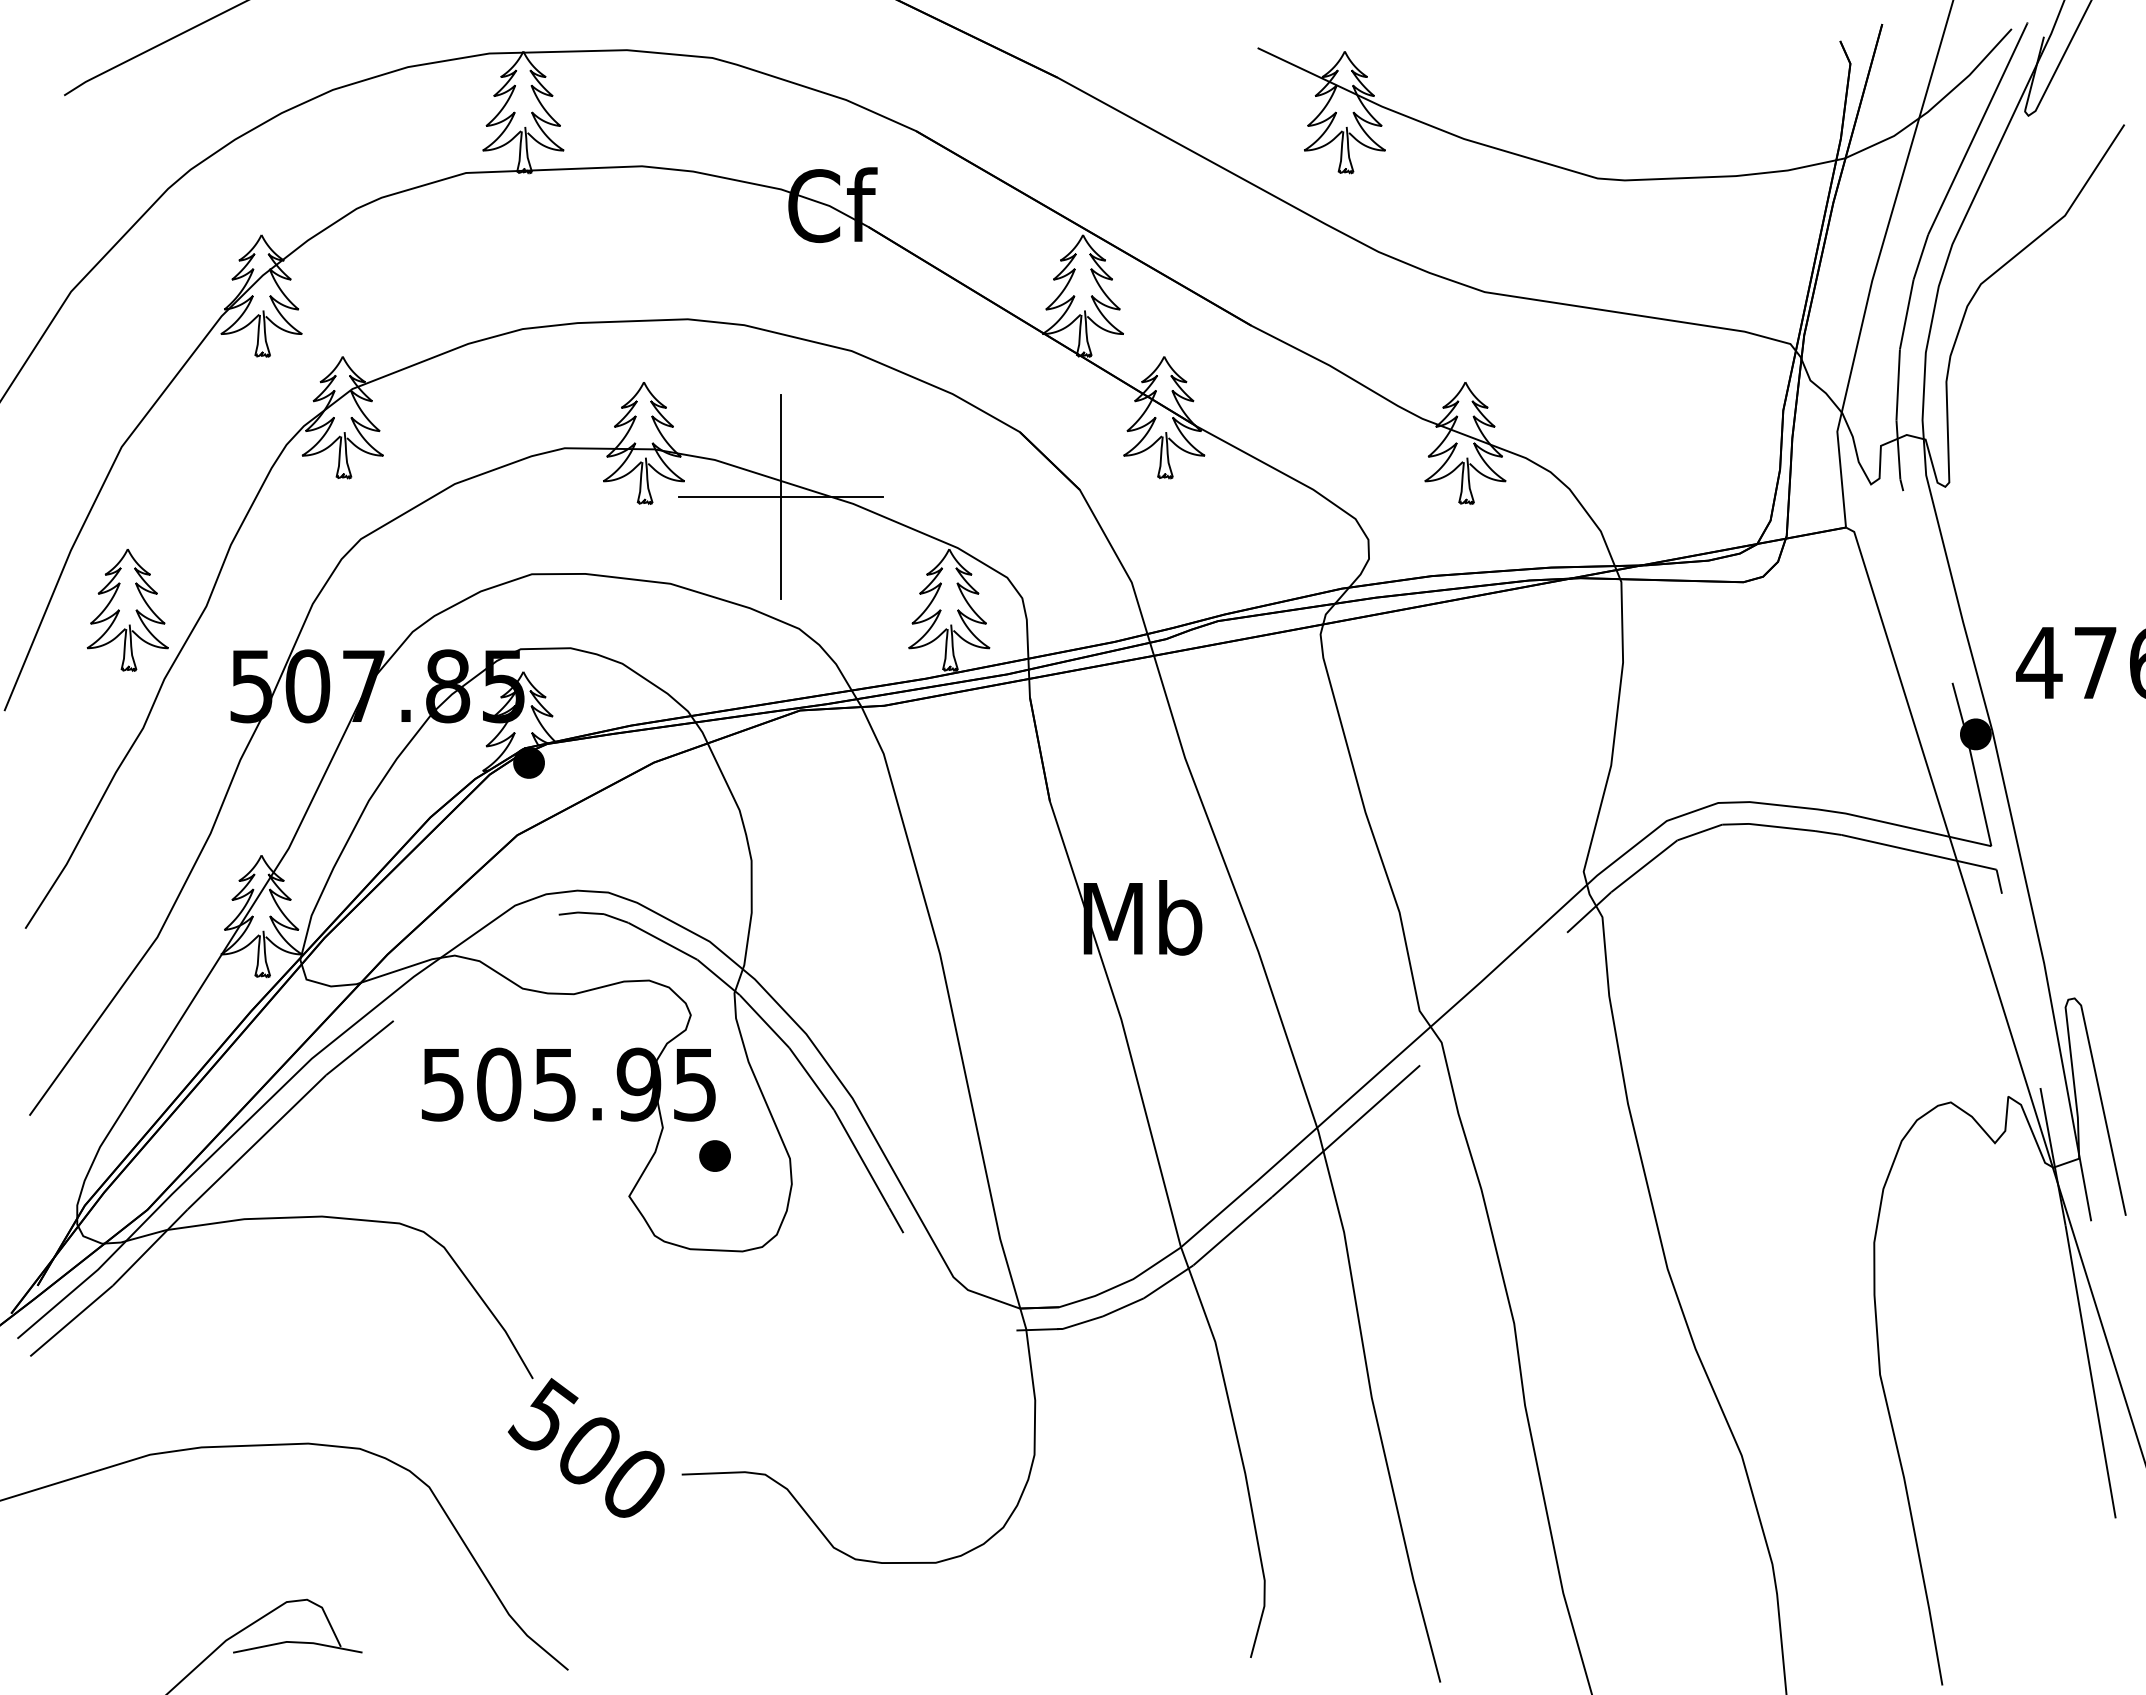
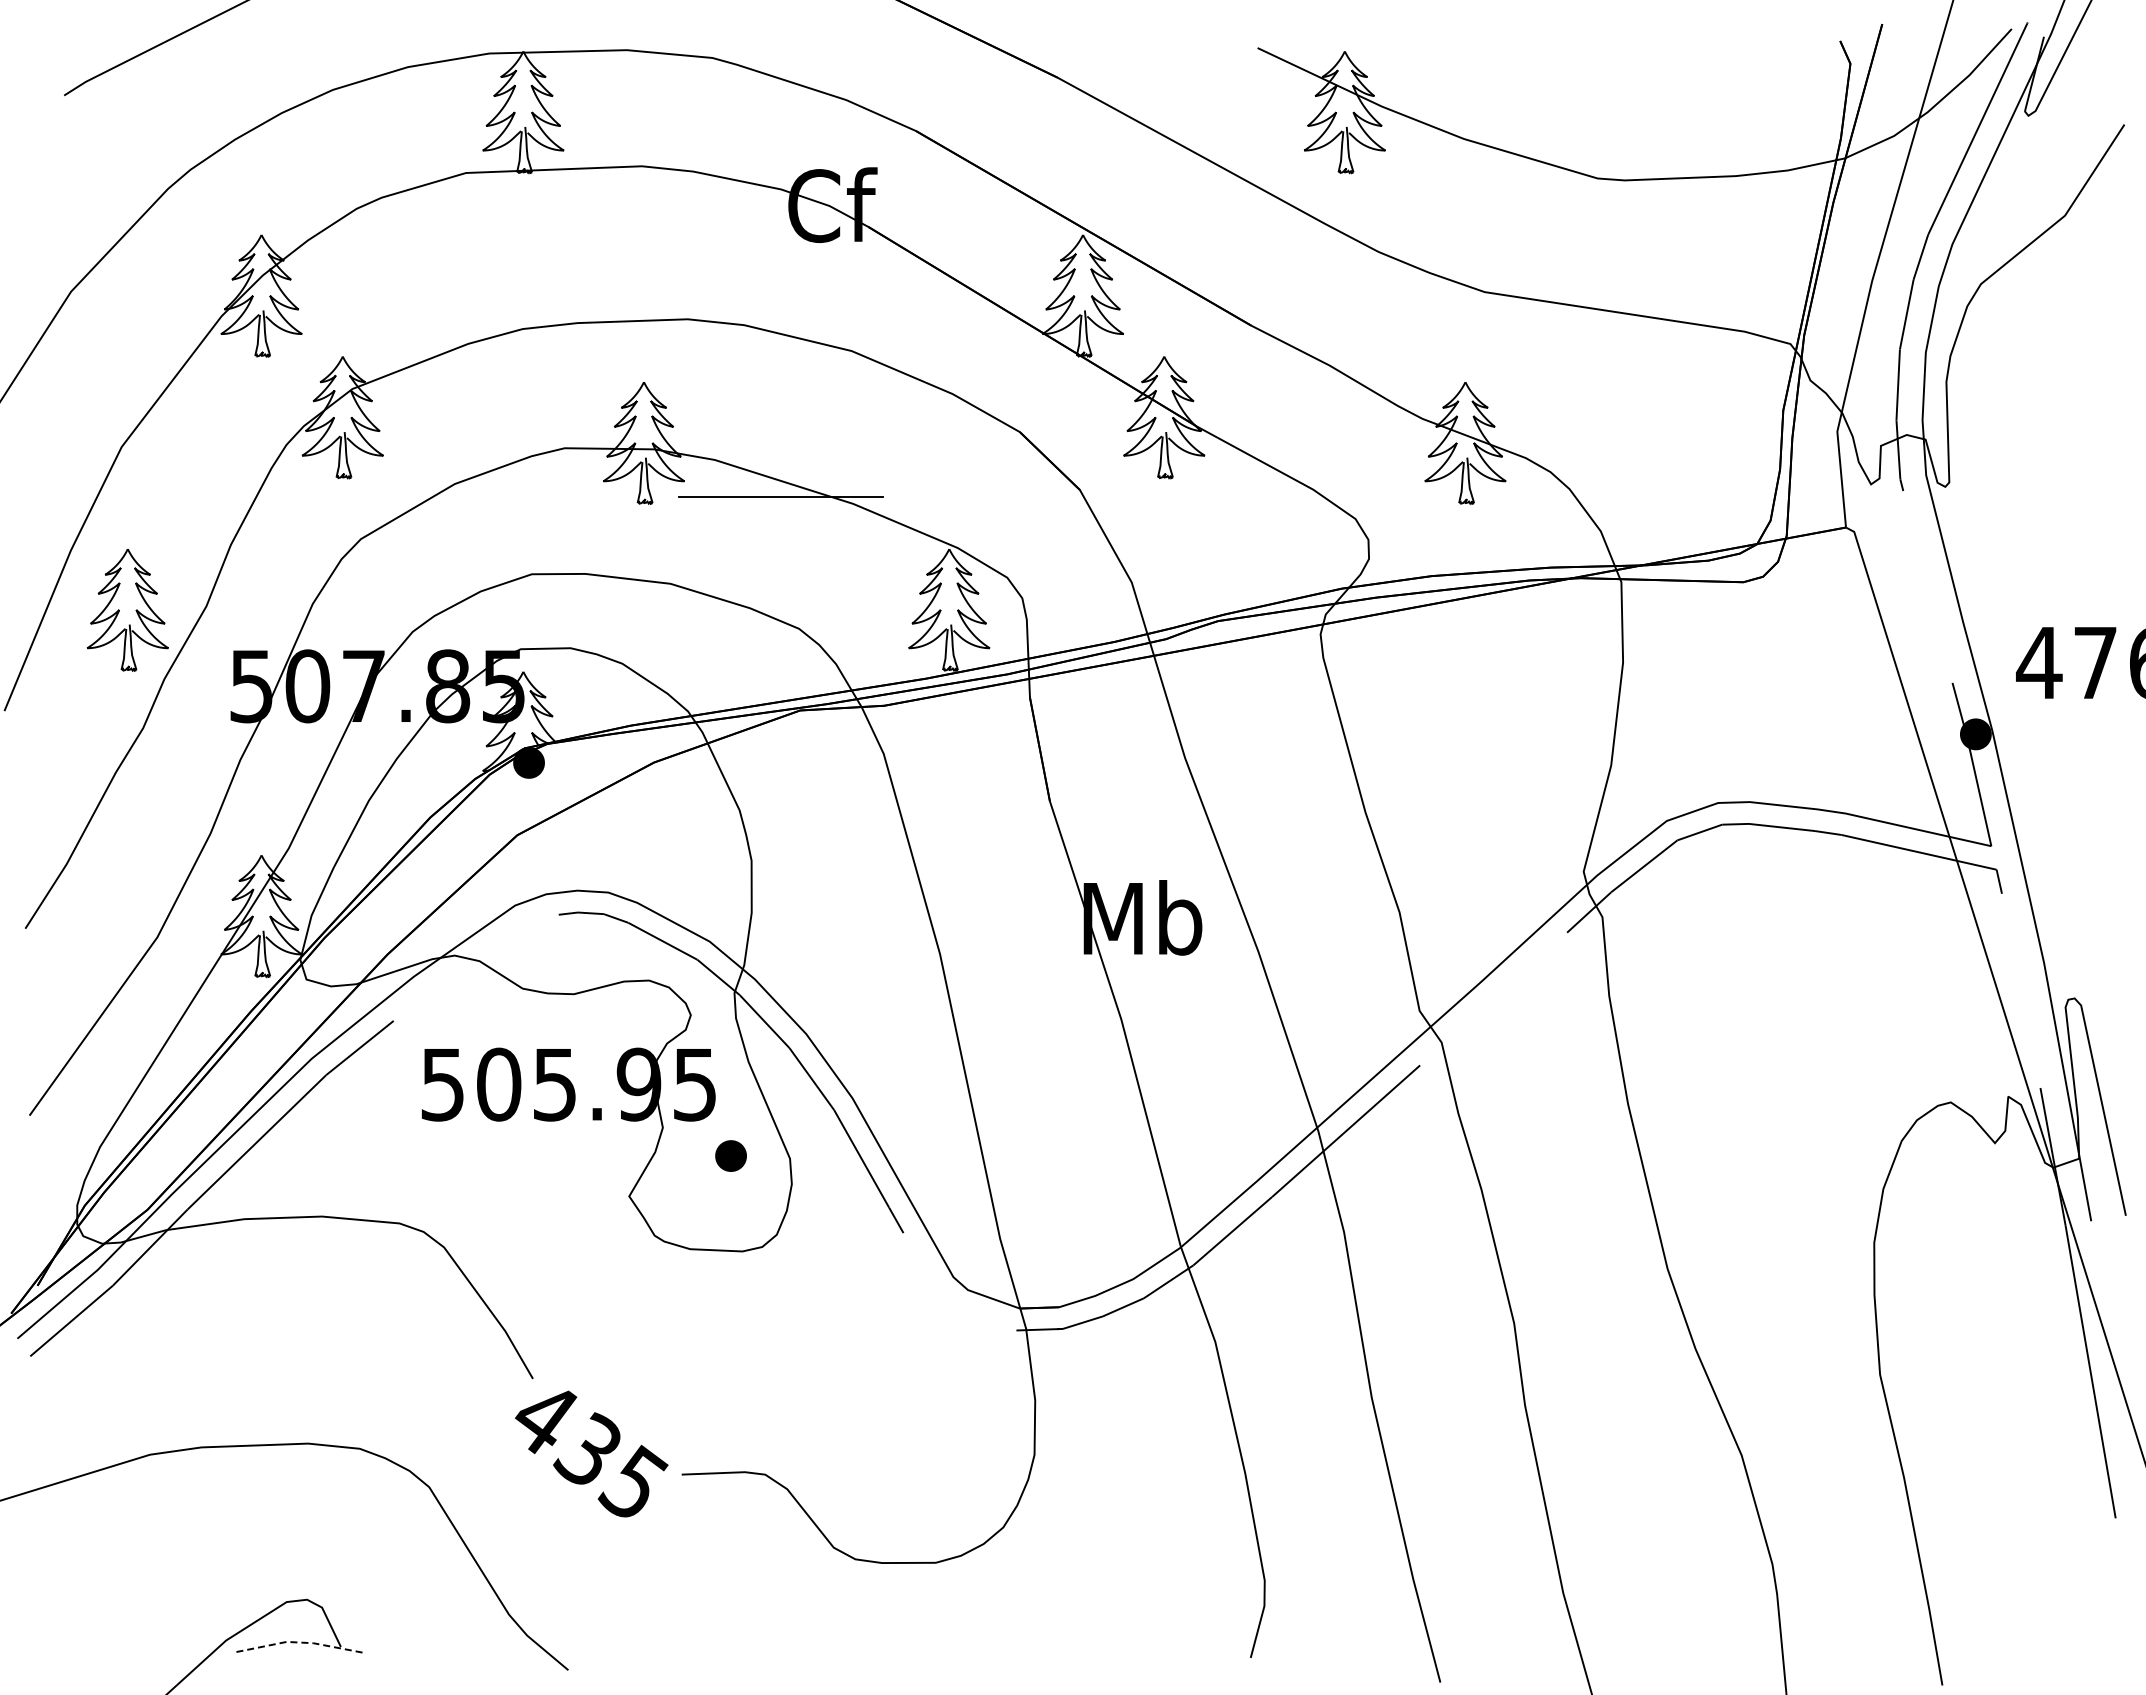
line at (781, 496): present -> none
part at (714, 1155) position: (714, 1155) -> (730, 1155)
text at (588, 1447): 500 -> 435
line at (297, 1642): solid -> dashed
